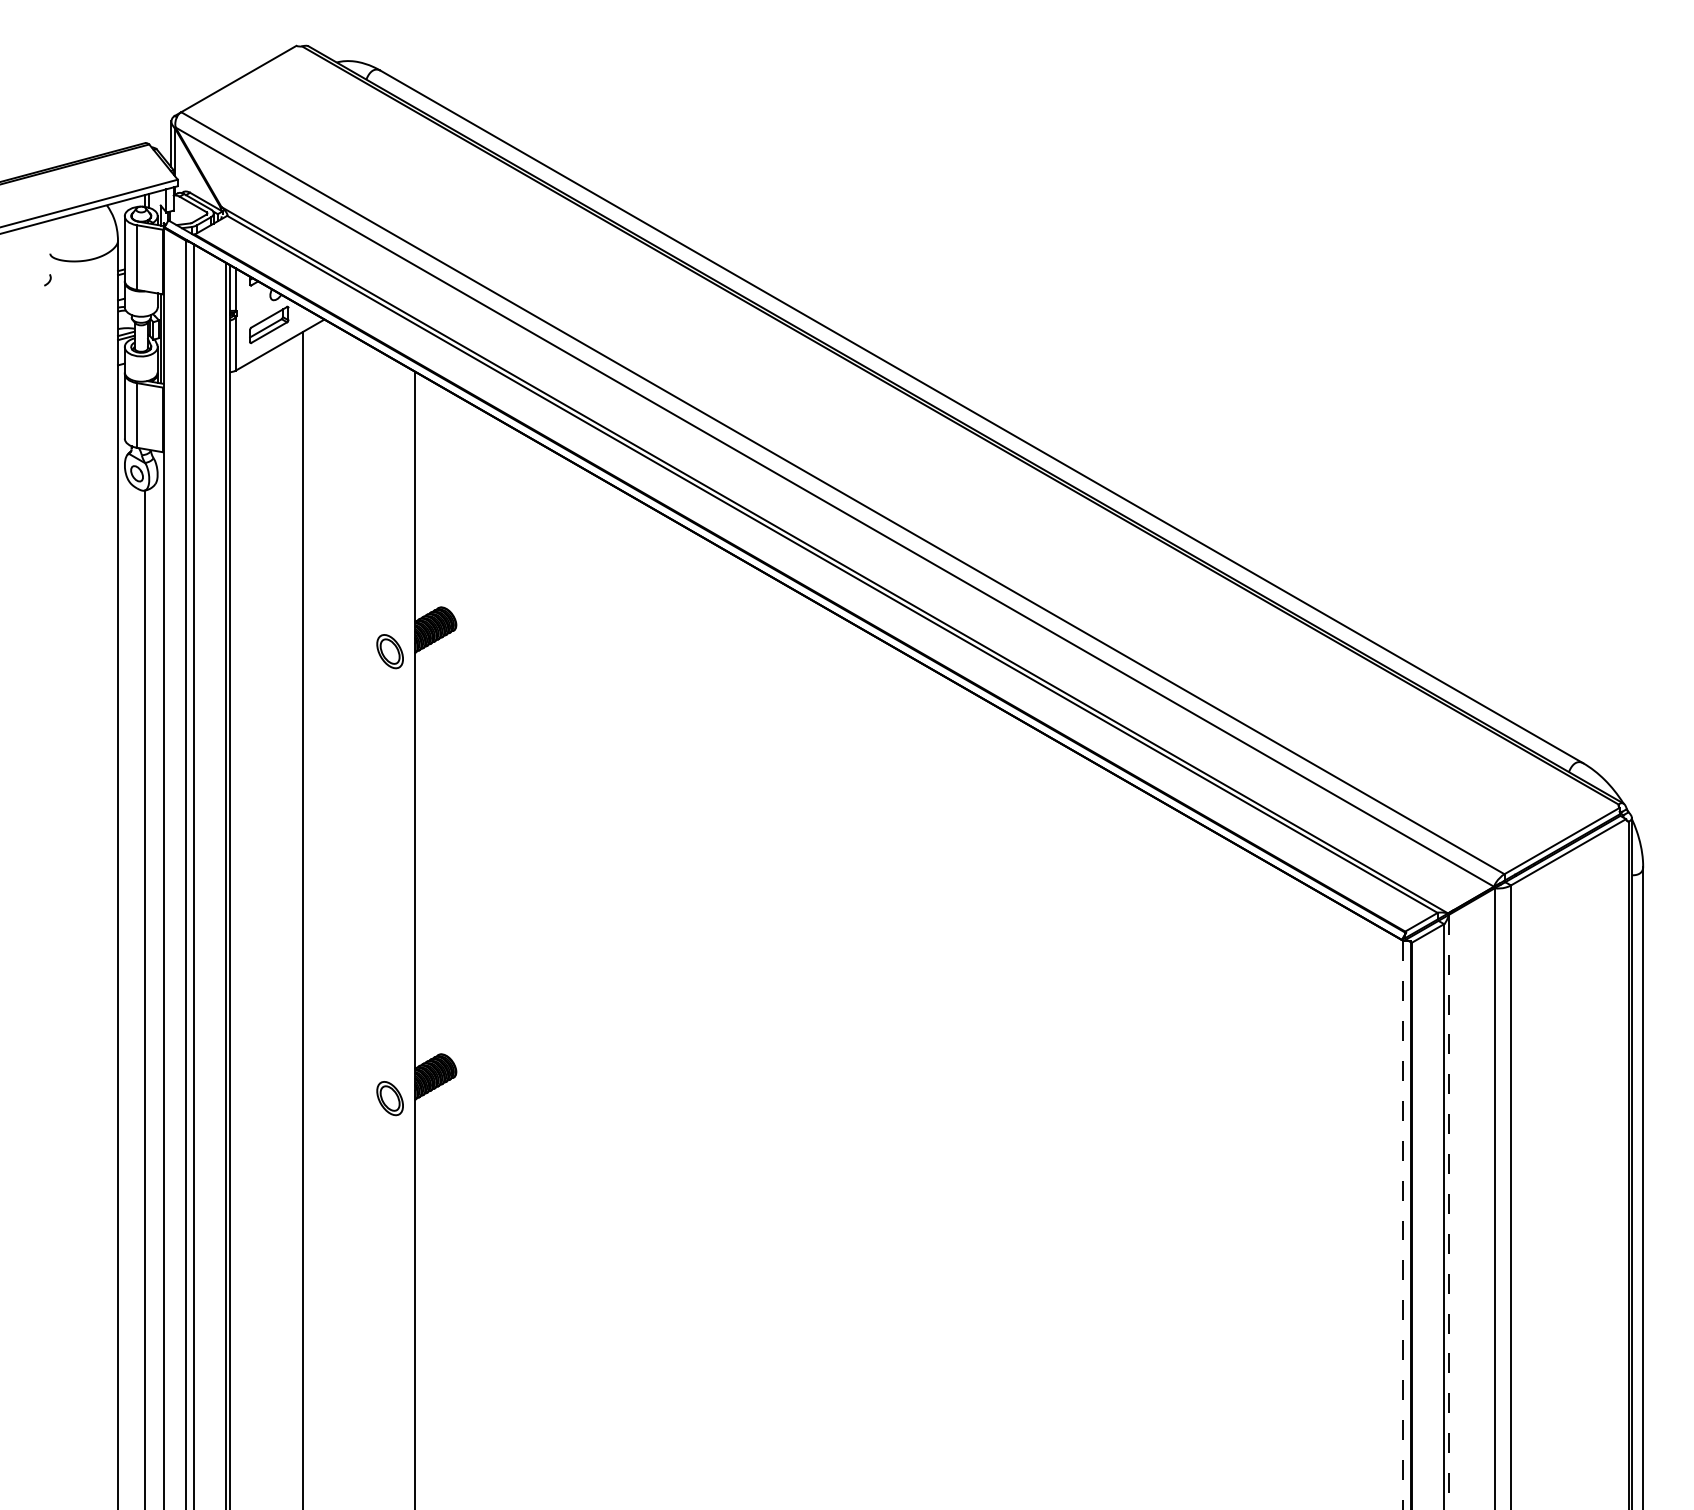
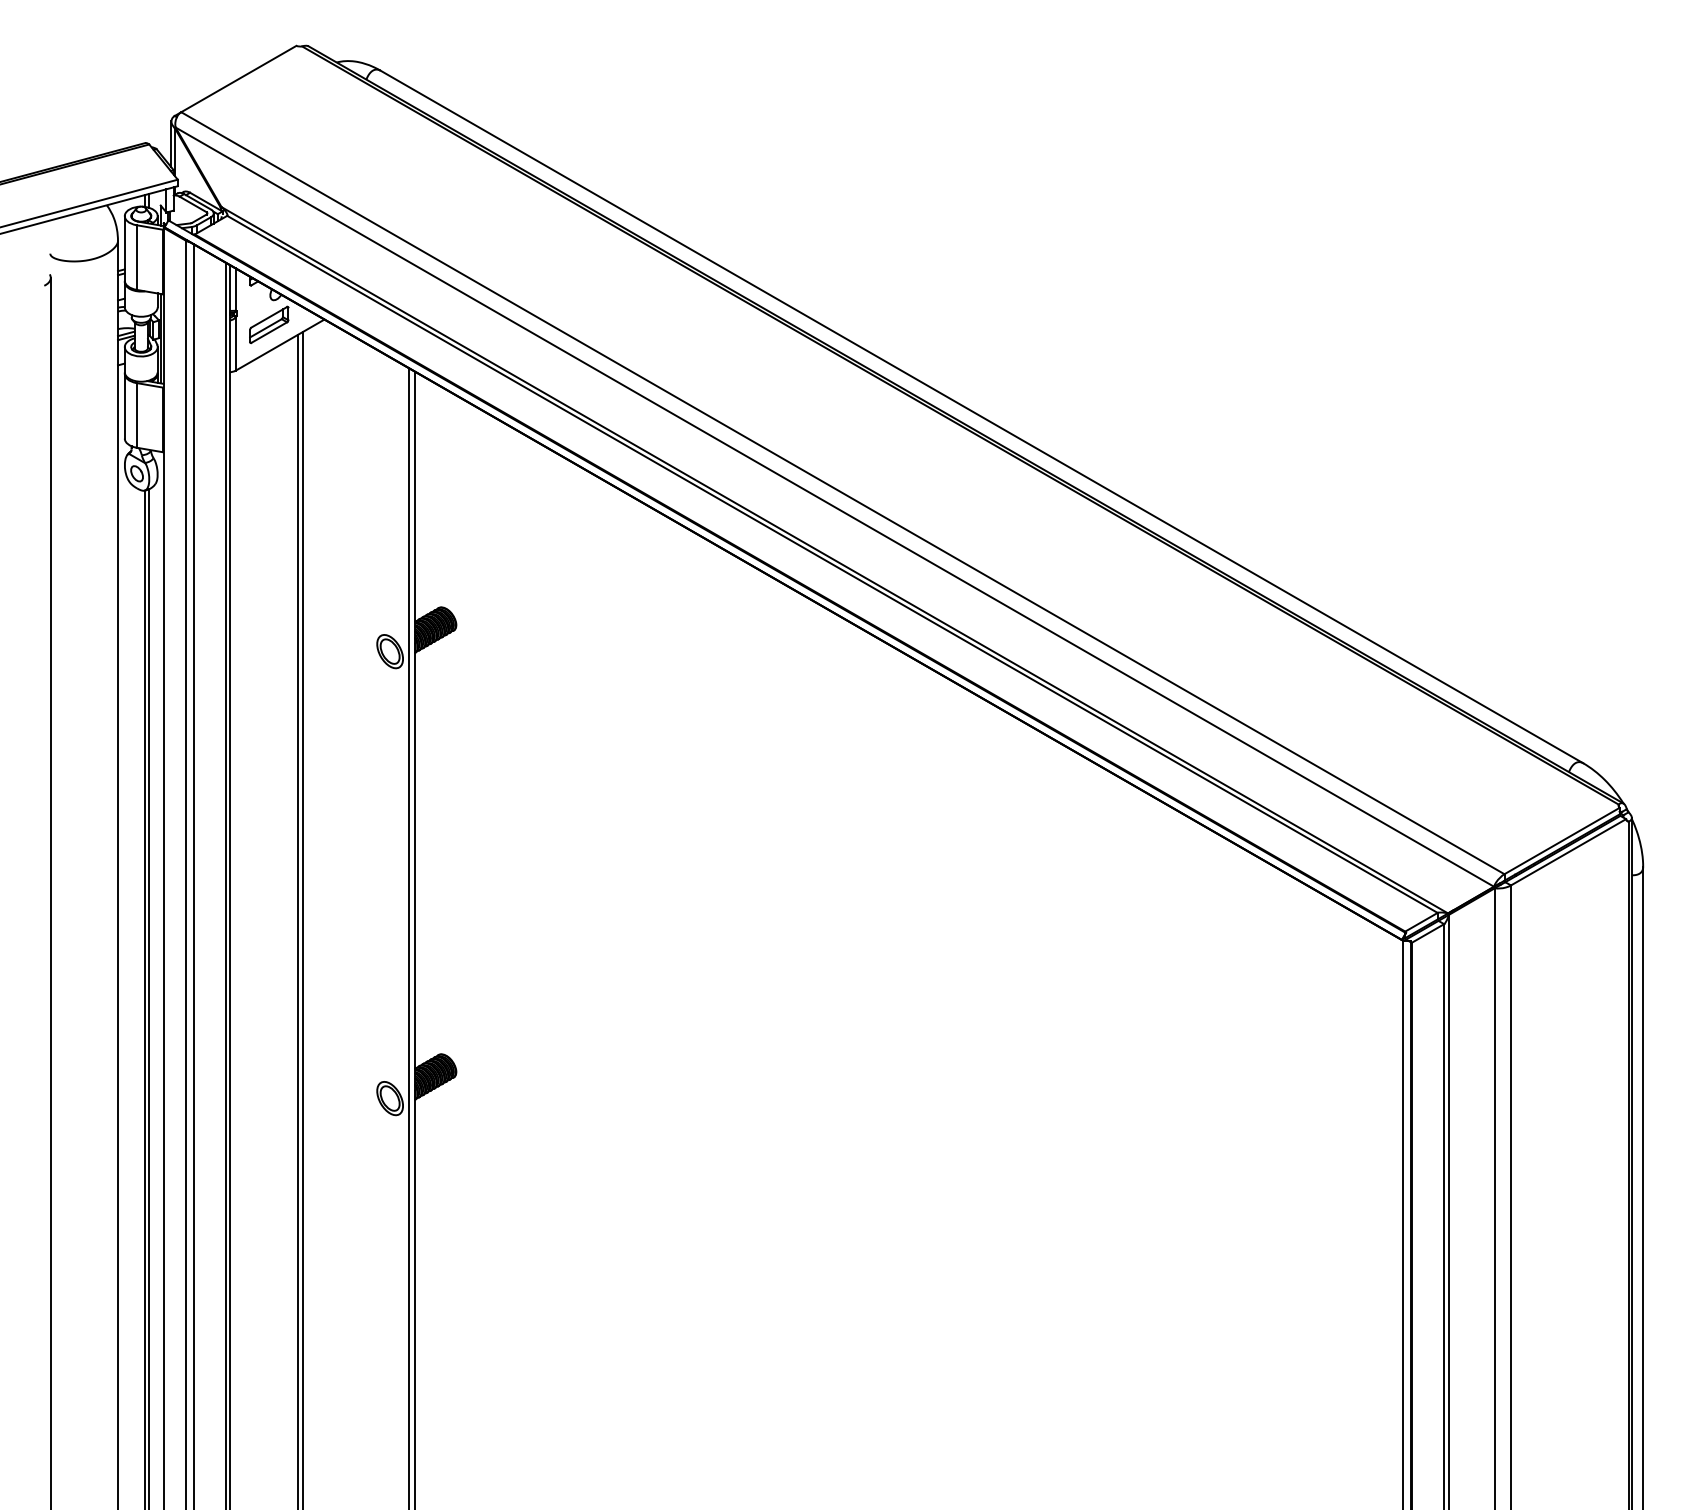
line at (50, 891): none -> present
line at (297, 920): none -> present
line at (409, 937): none -> present
line at (149, 997): none -> present
line at (1448, 1212): dashed -> solid
line at (1402, 1225): dashed -> solid
